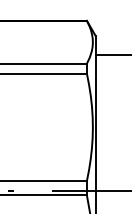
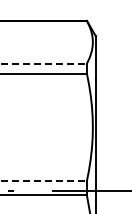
line at (111, 55): present -> none
line at (44, 63): solid -> dashed
line at (44, 180): solid -> dashed
